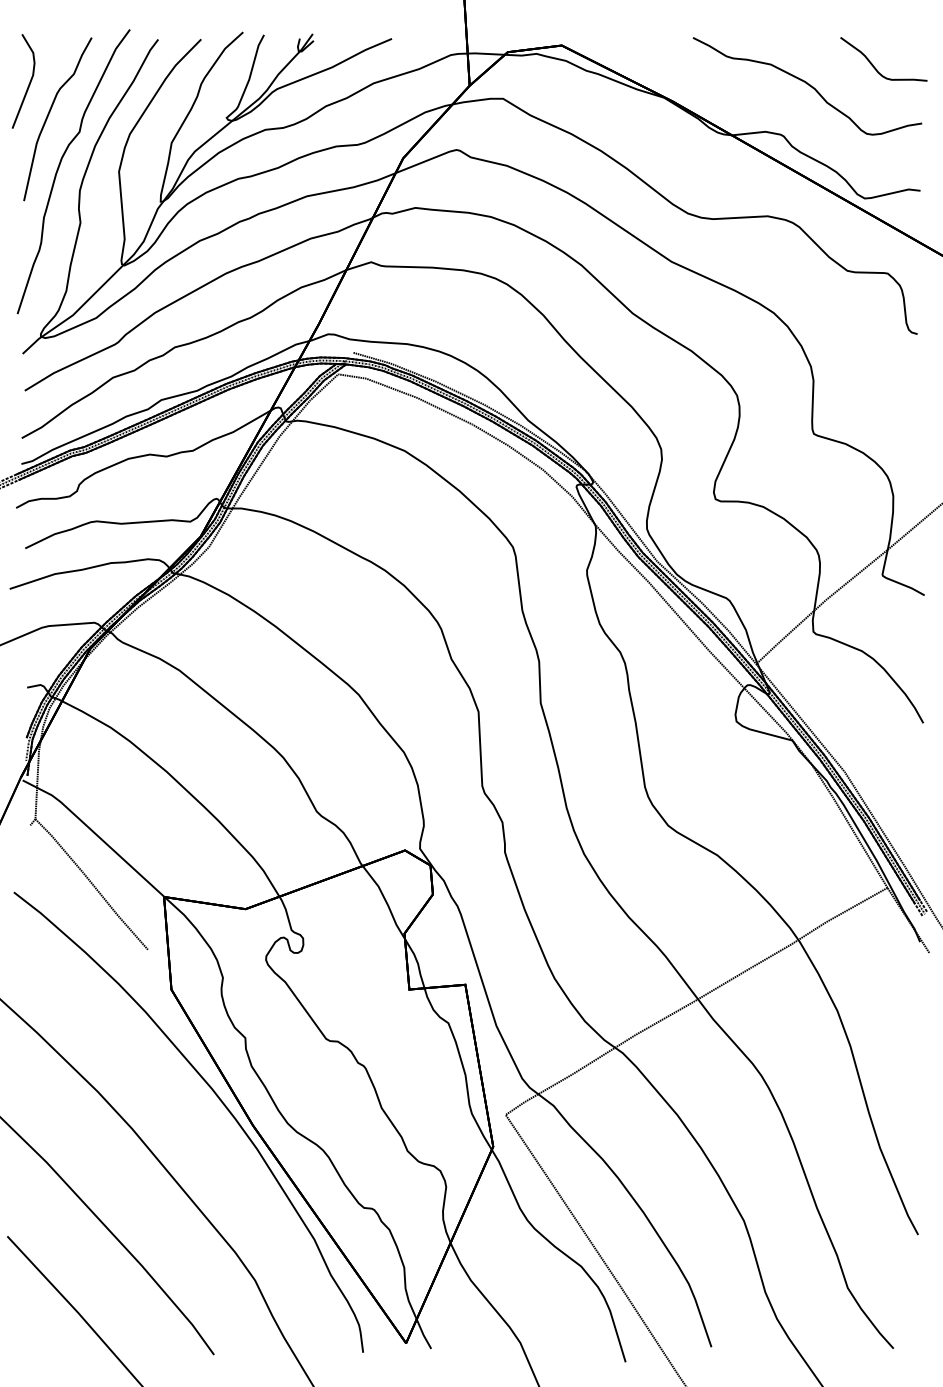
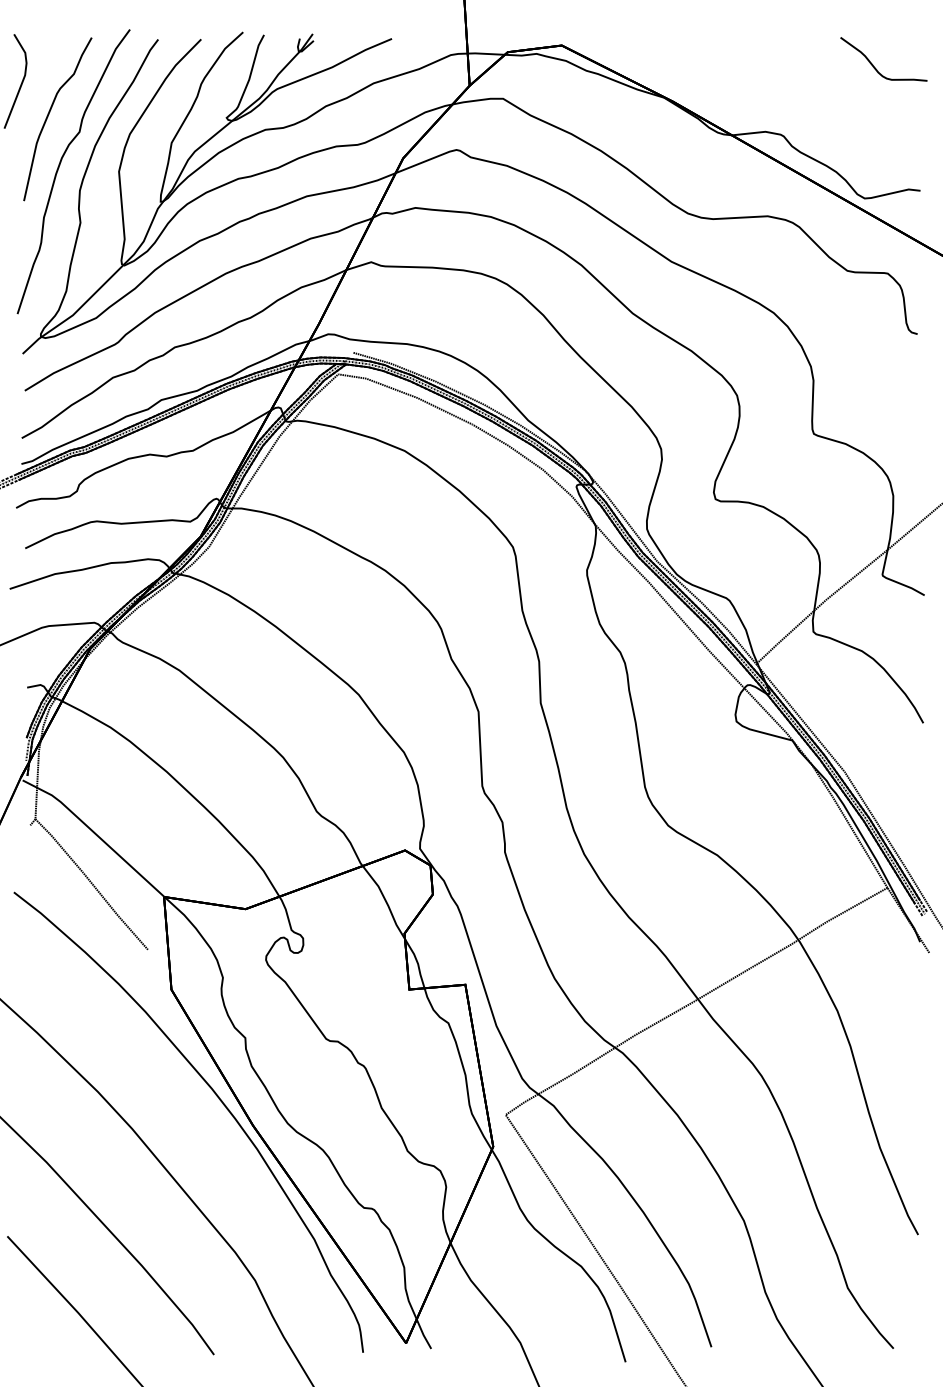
line at (28, 84) position: (28, 84) -> (20, 84)
curve at (808, 85): present -> none
